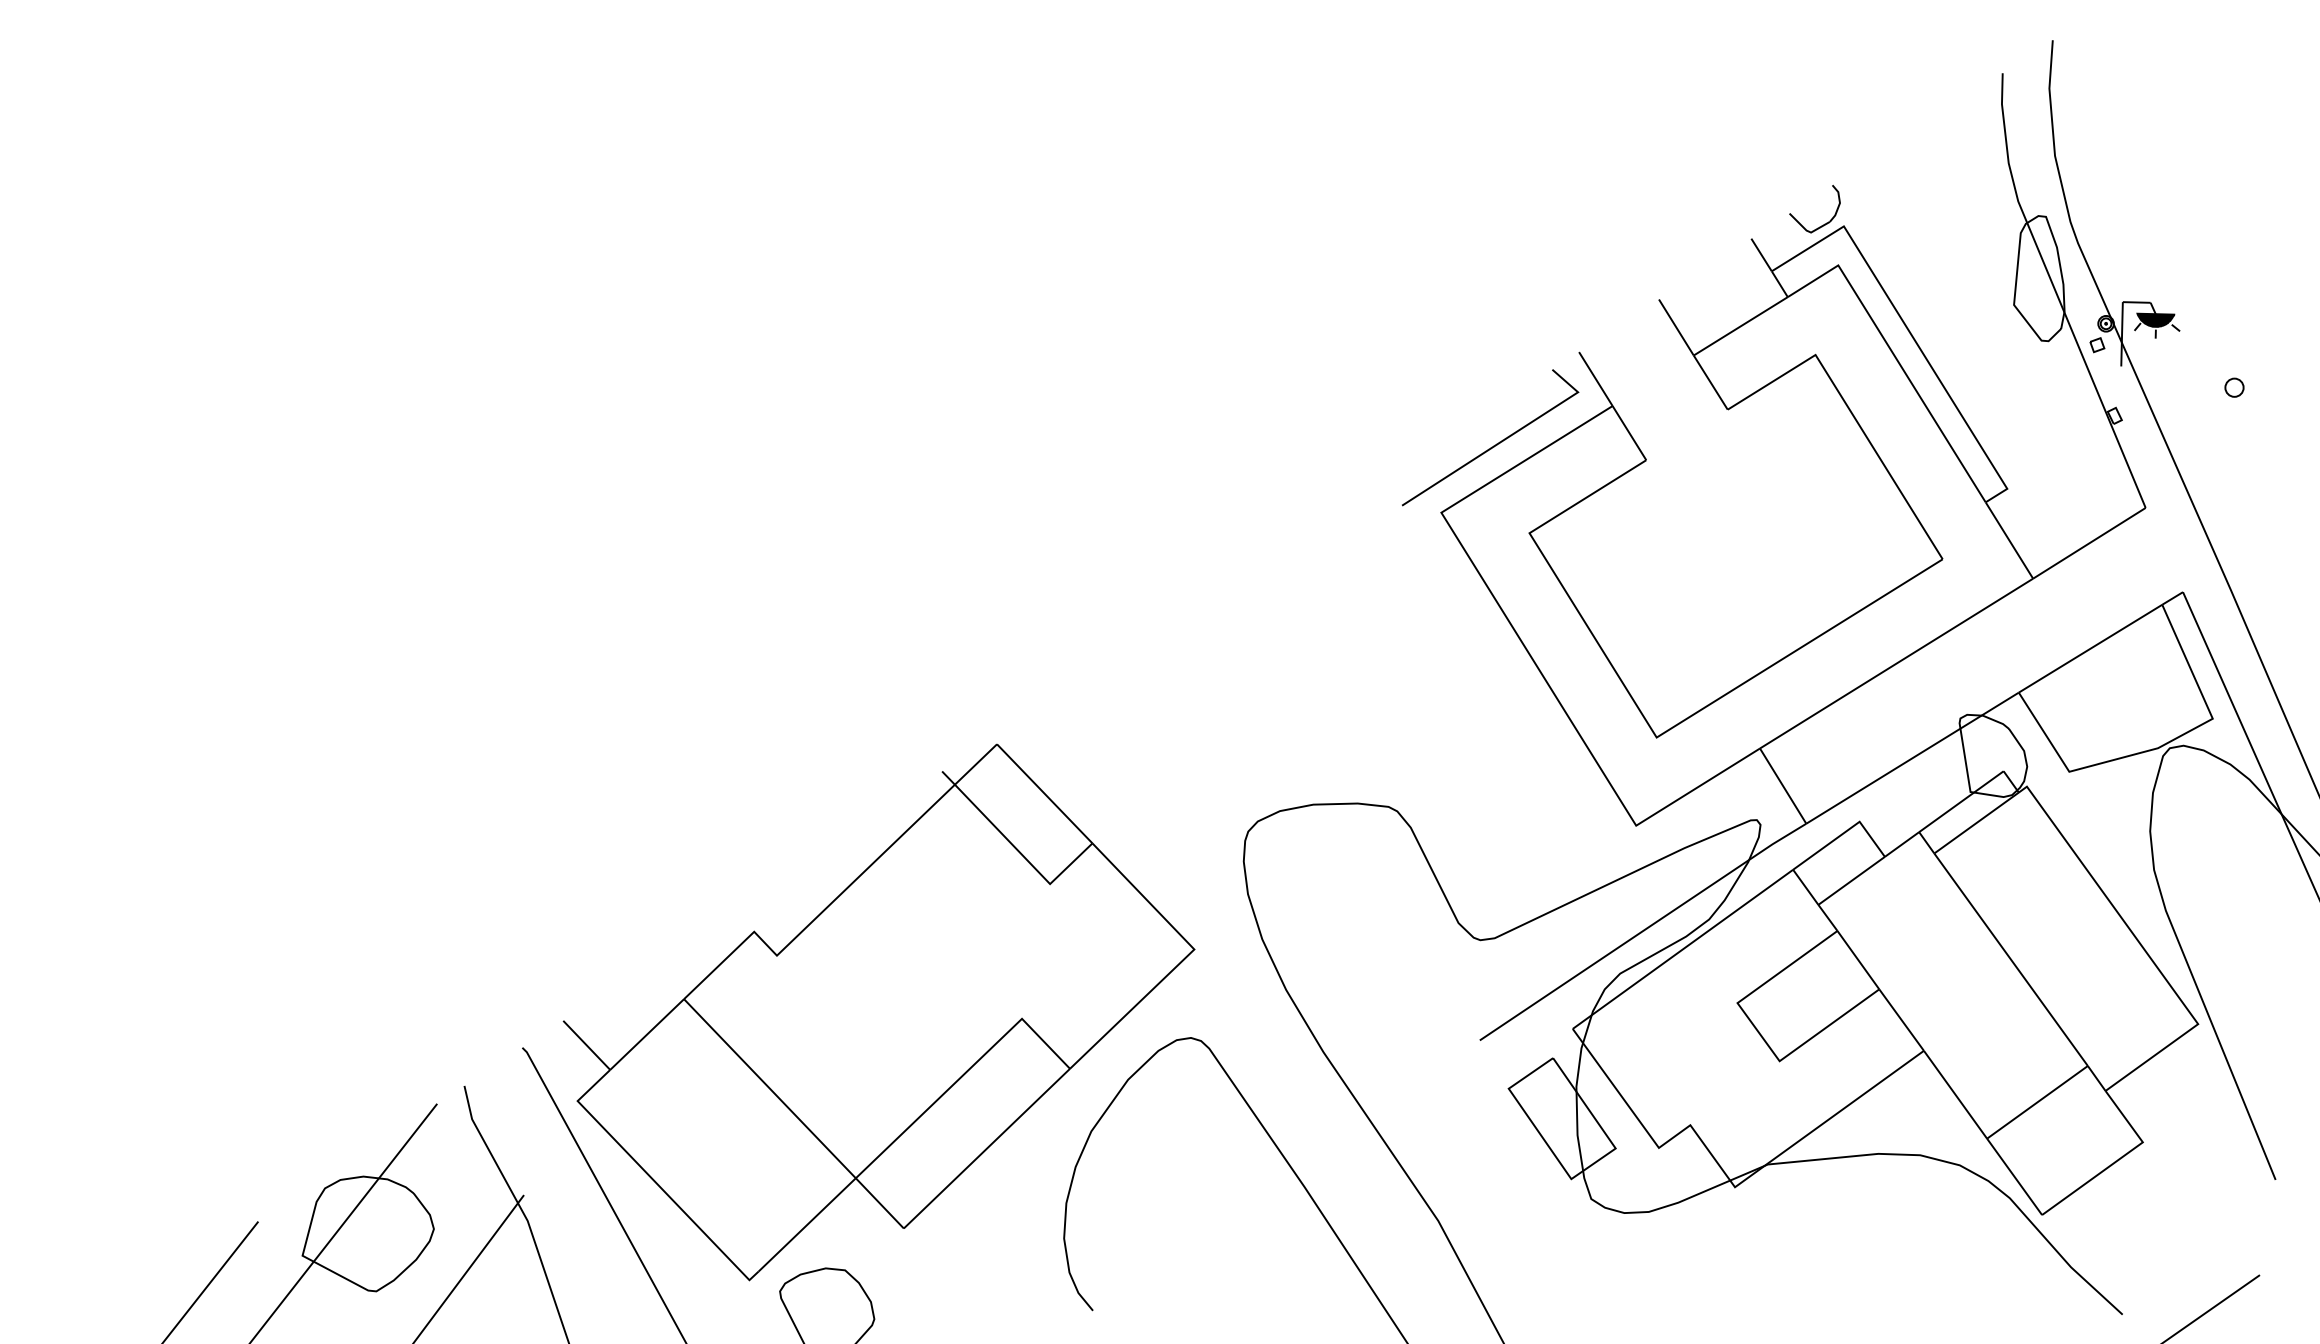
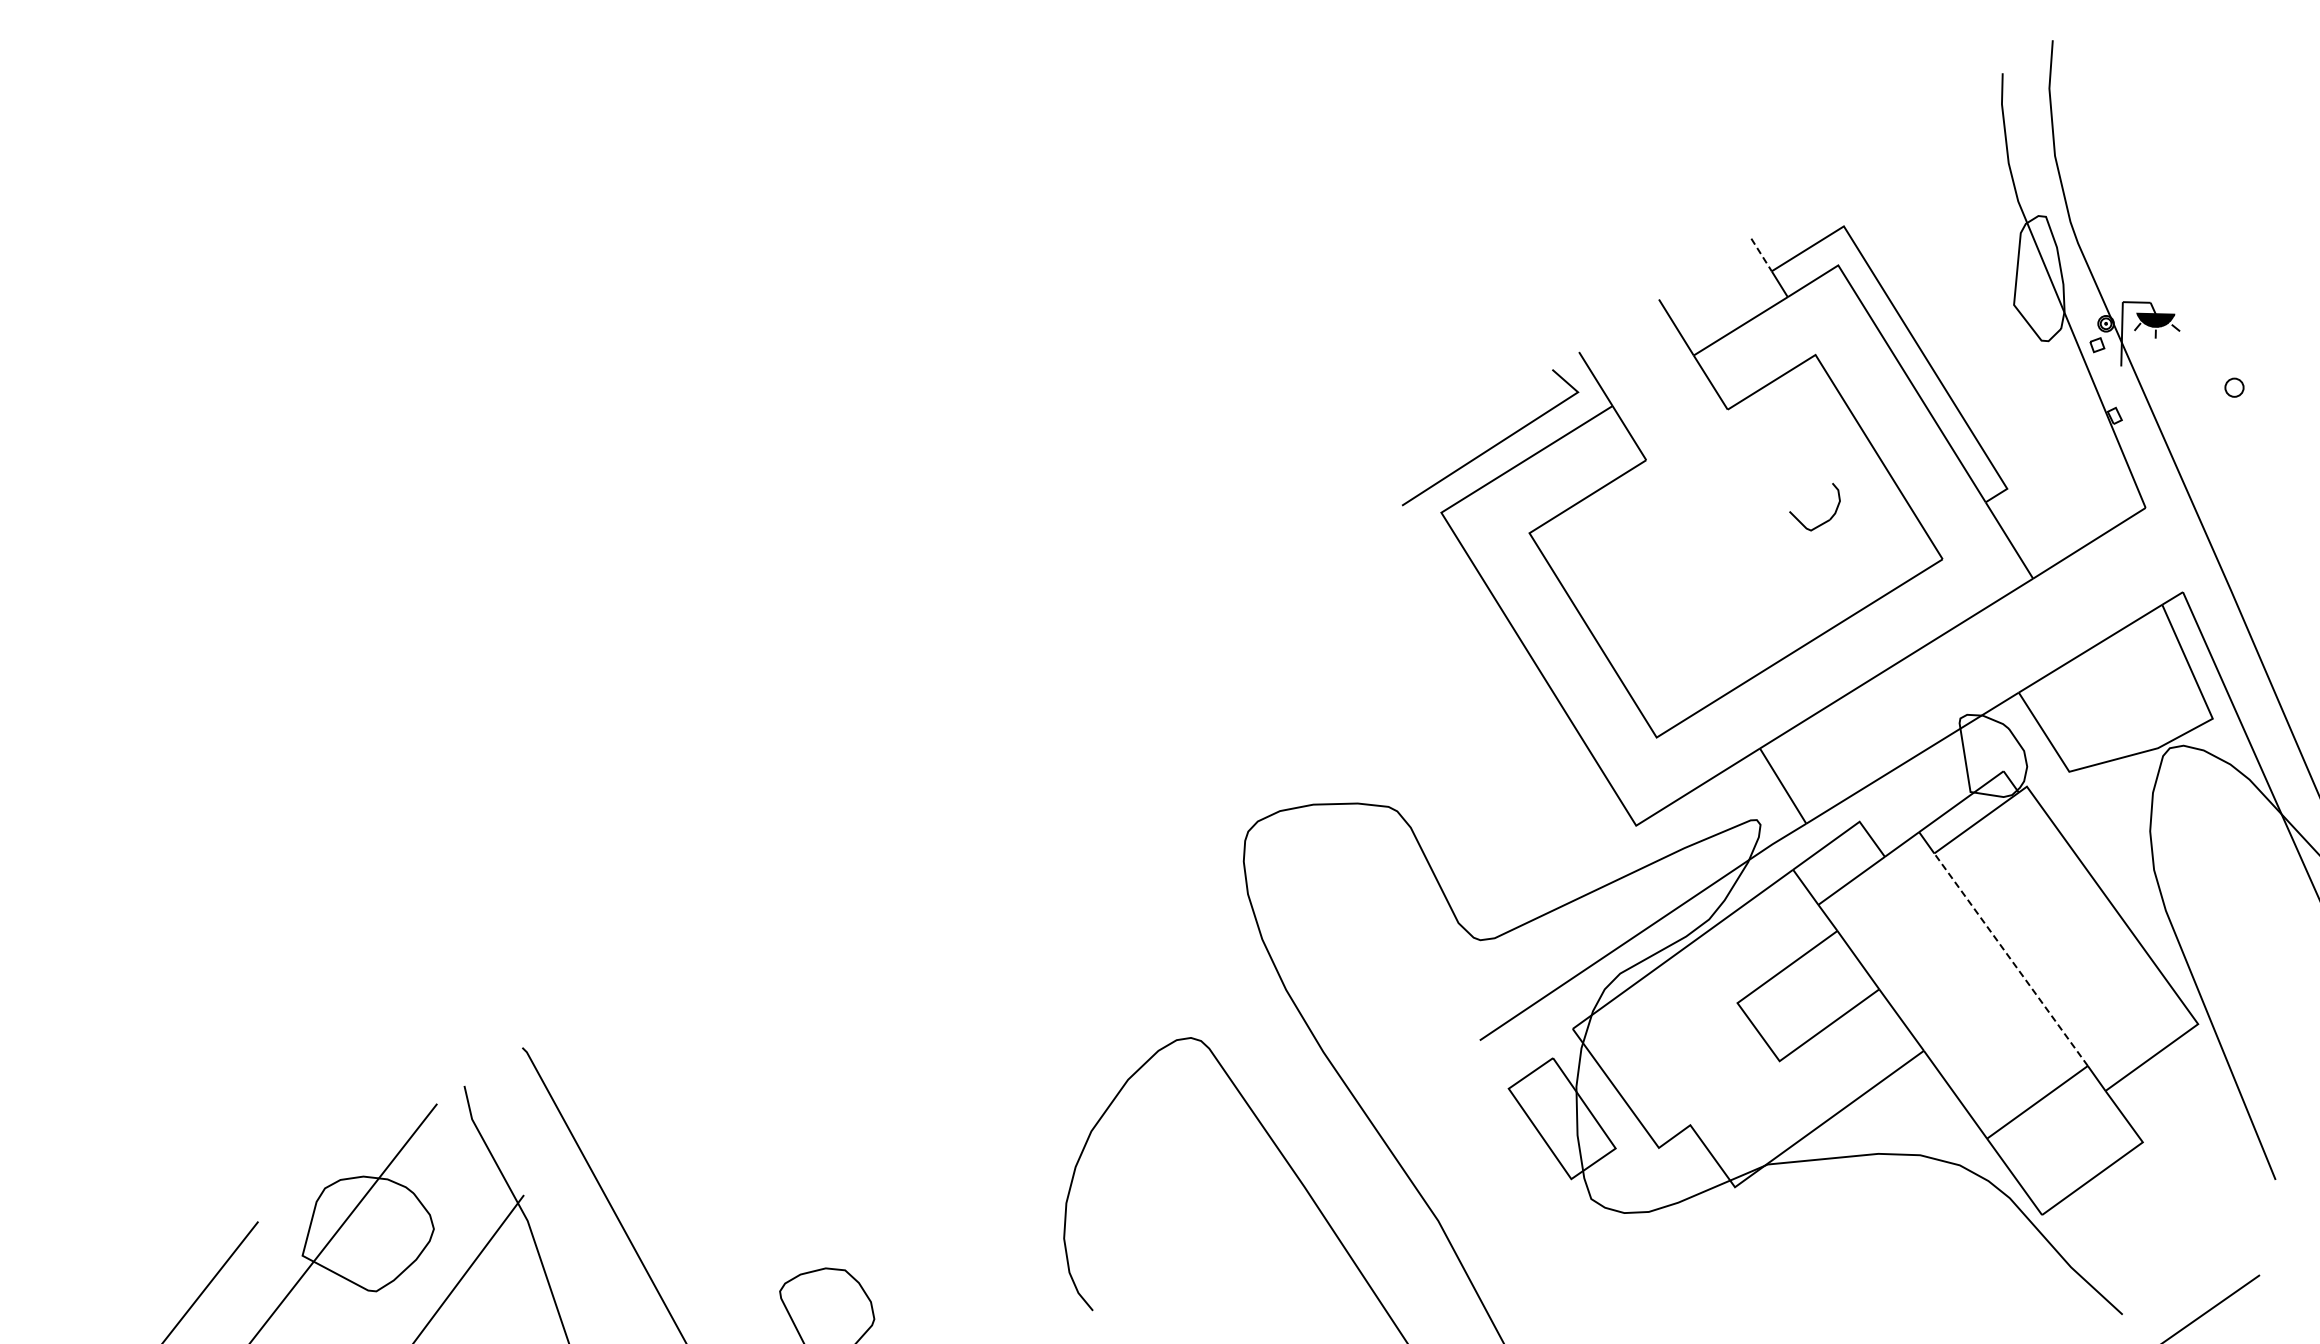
part at (1824, 223) position: (1824, 223) -> (1824, 521)
line at (1761, 255): solid -> dashed
line at (2010, 959): solid -> dashed
part at (878, 1012): present -> none
